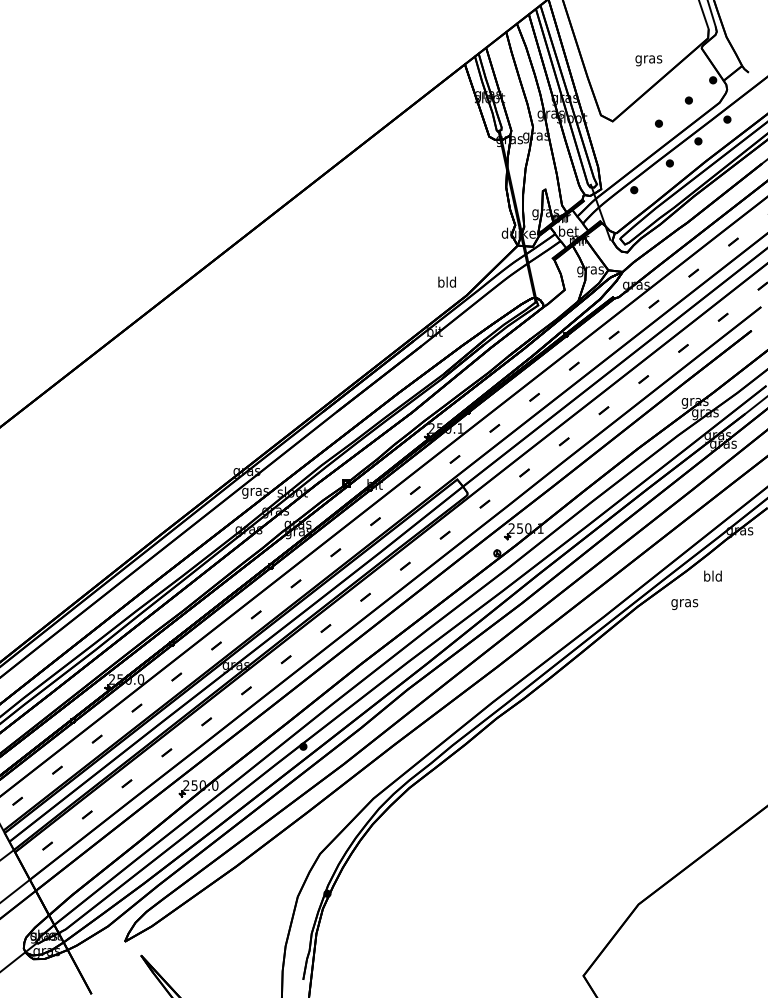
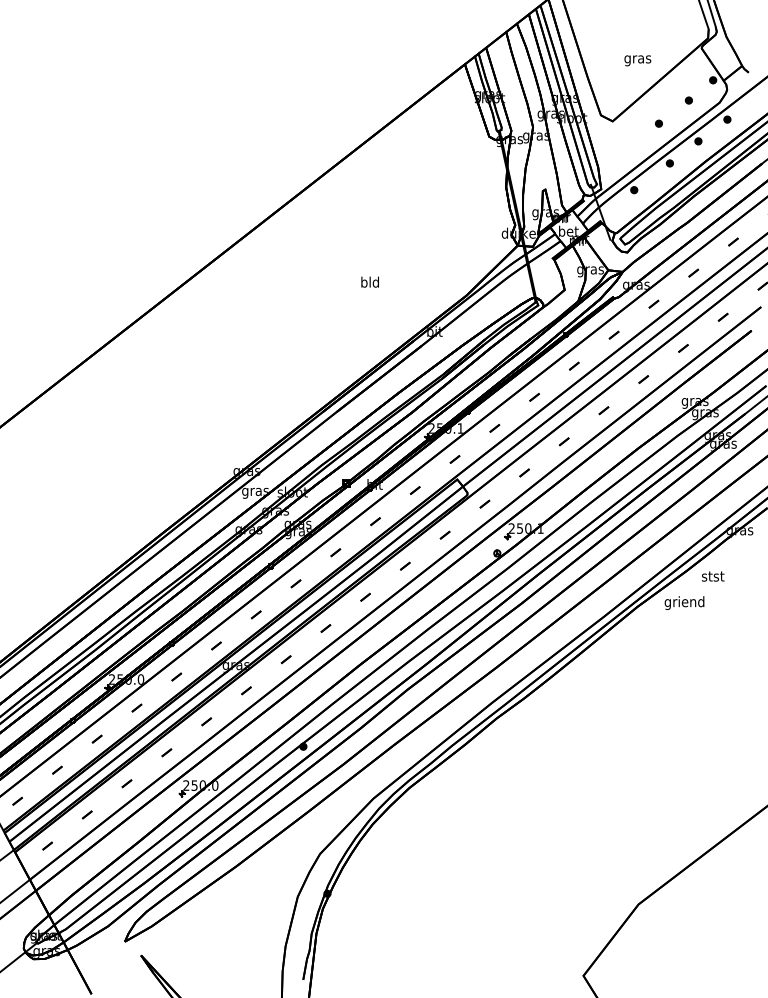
text at (648, 60) position: (648, 60) -> (637, 60)
text at (446, 281) position: (446, 281) -> (369, 281)
text at (712, 575): bld -> stst
text at (684, 603): gras -> griend
